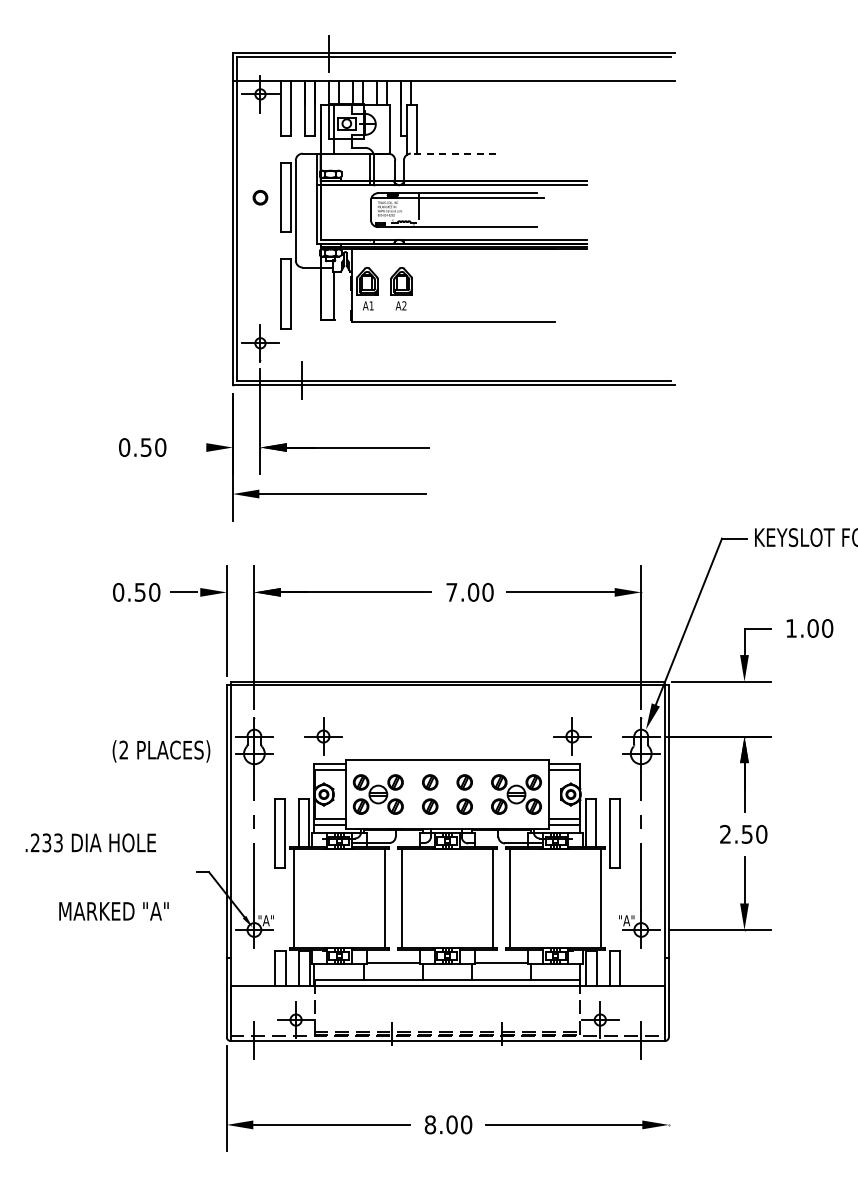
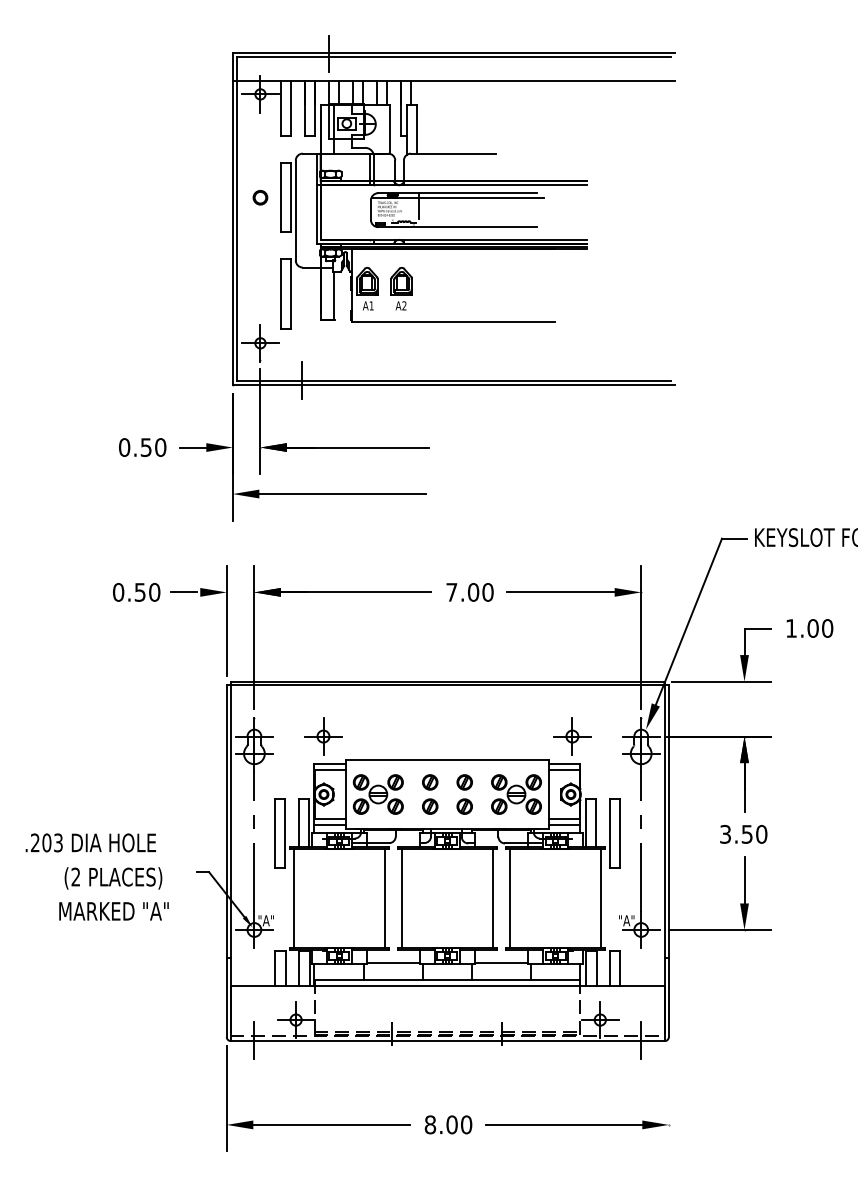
line at (453, 153): dashed -> solid
line at (192, 447): none -> present
text at (161, 751) position: (161, 751) -> (113, 878)
text at (725, 834): 2.50 -> 3.50
text at (46, 842): .233 -> .203
